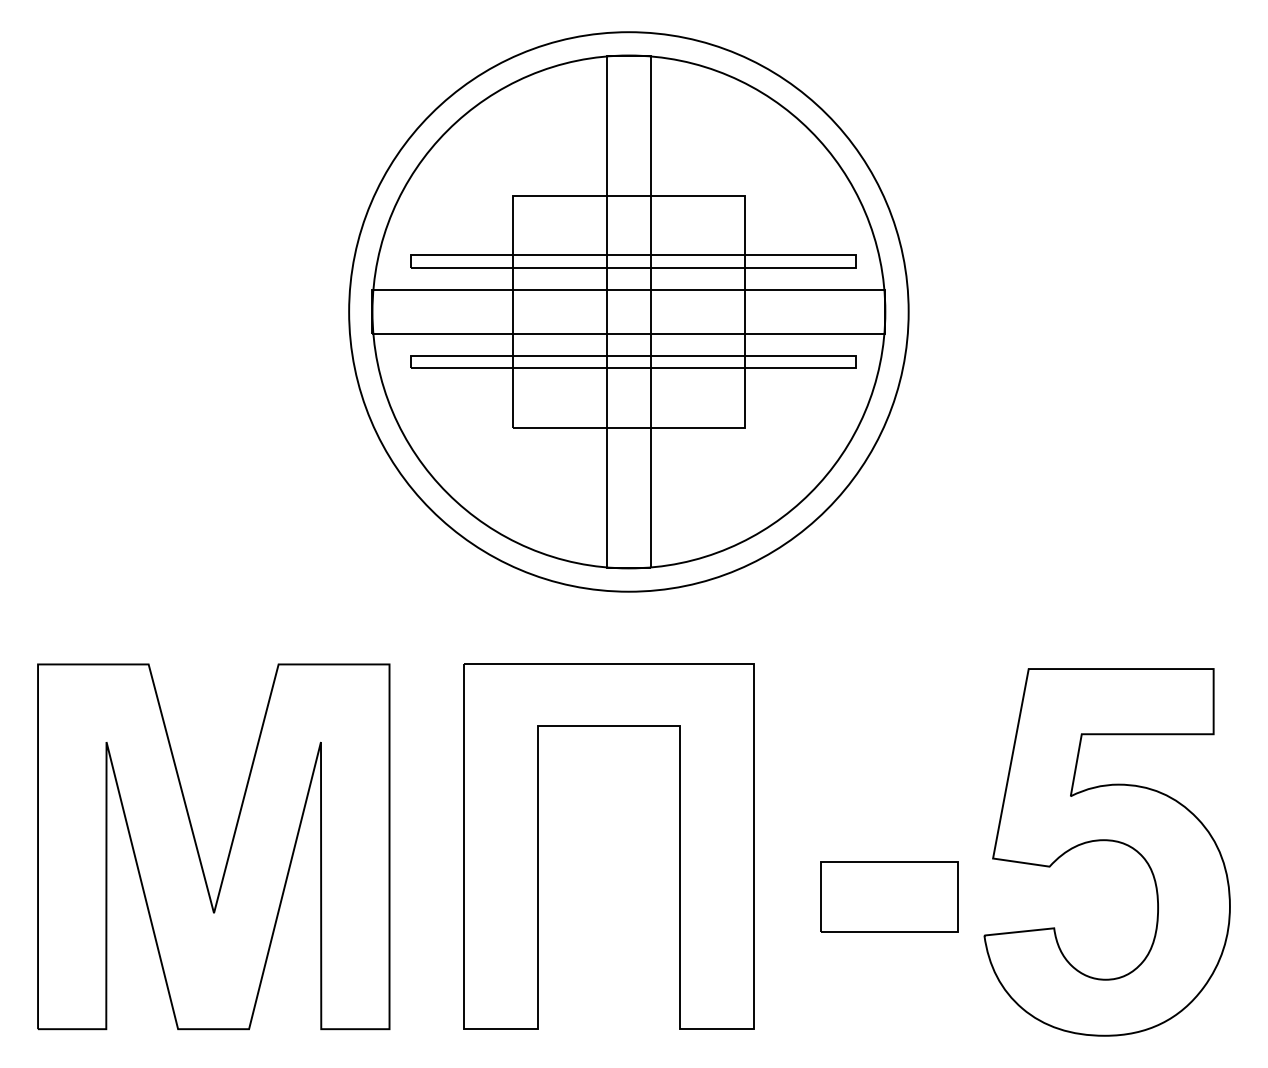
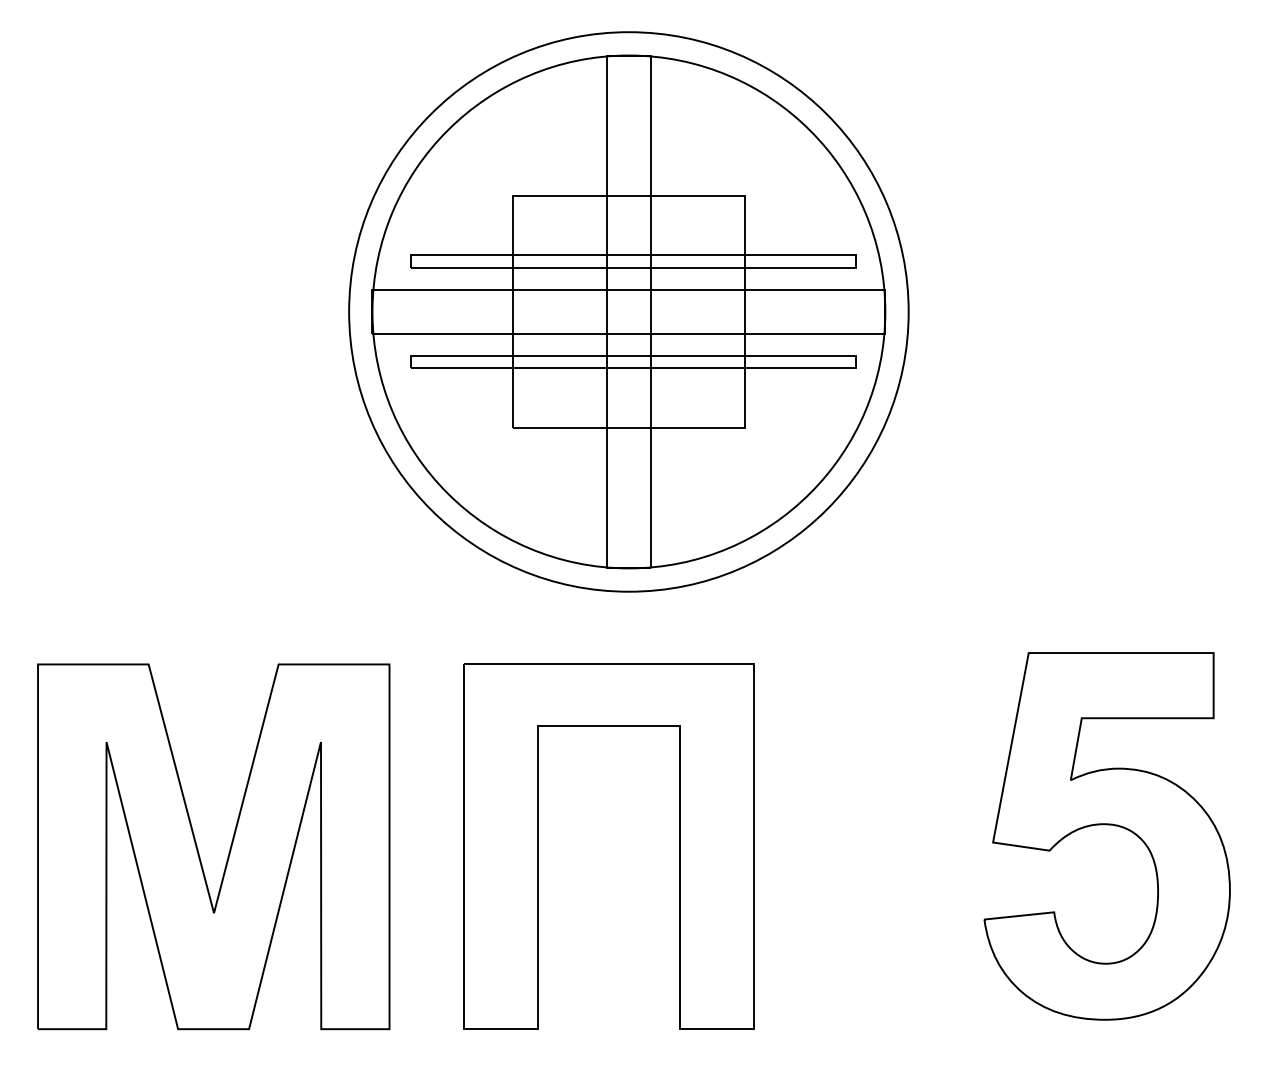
part at (1106, 841) position: (1106, 841) -> (1106, 825)
part at (889, 896): present -> none
